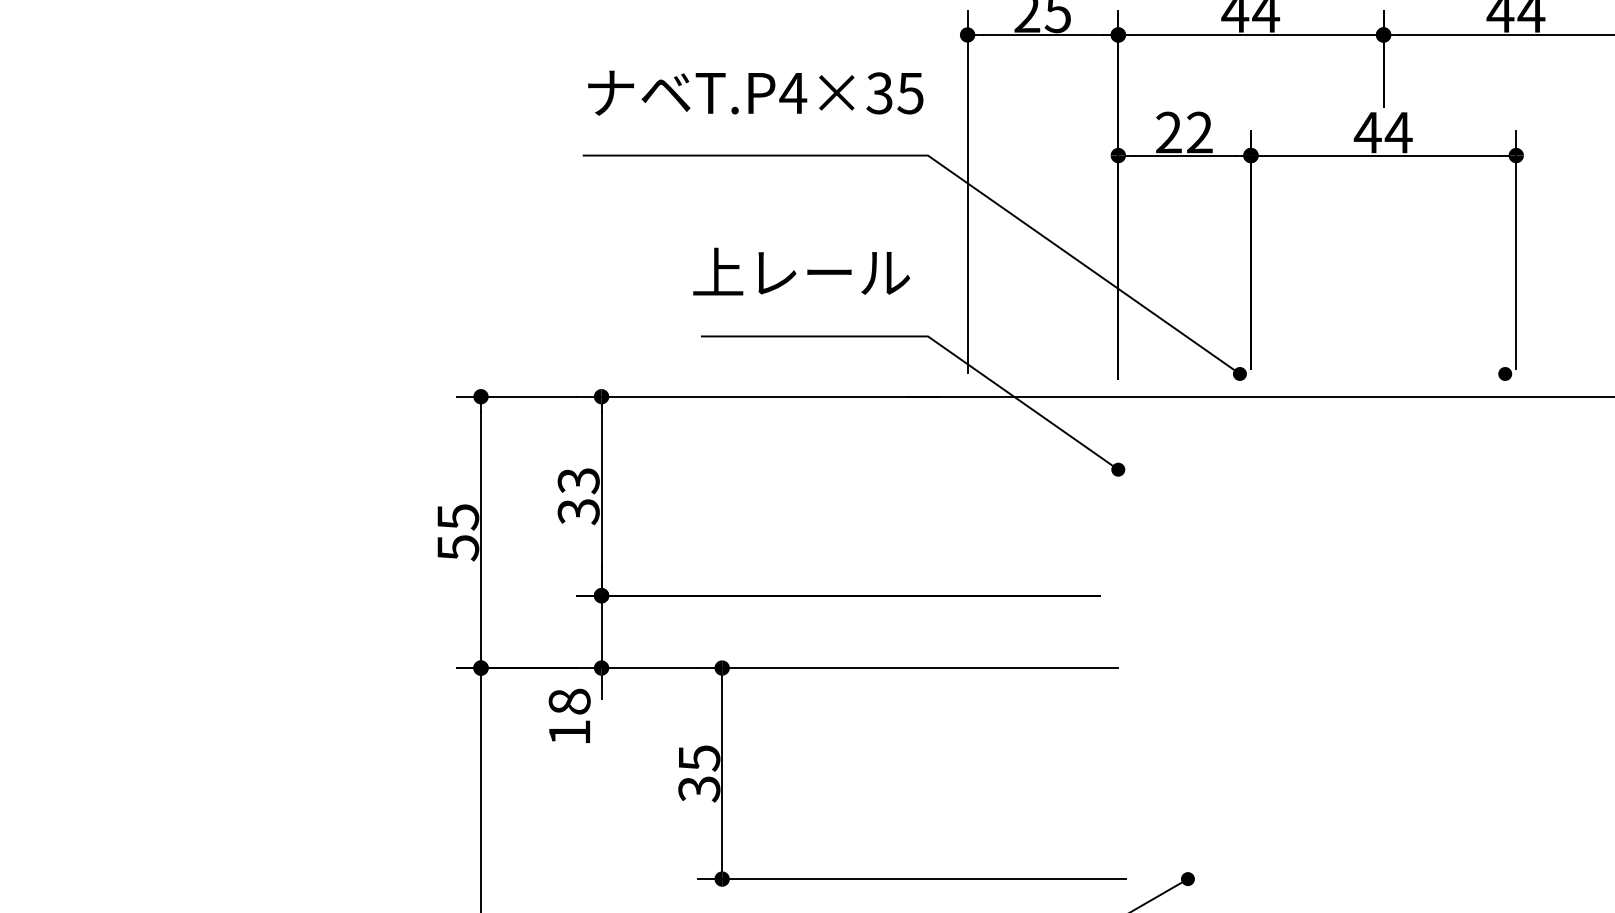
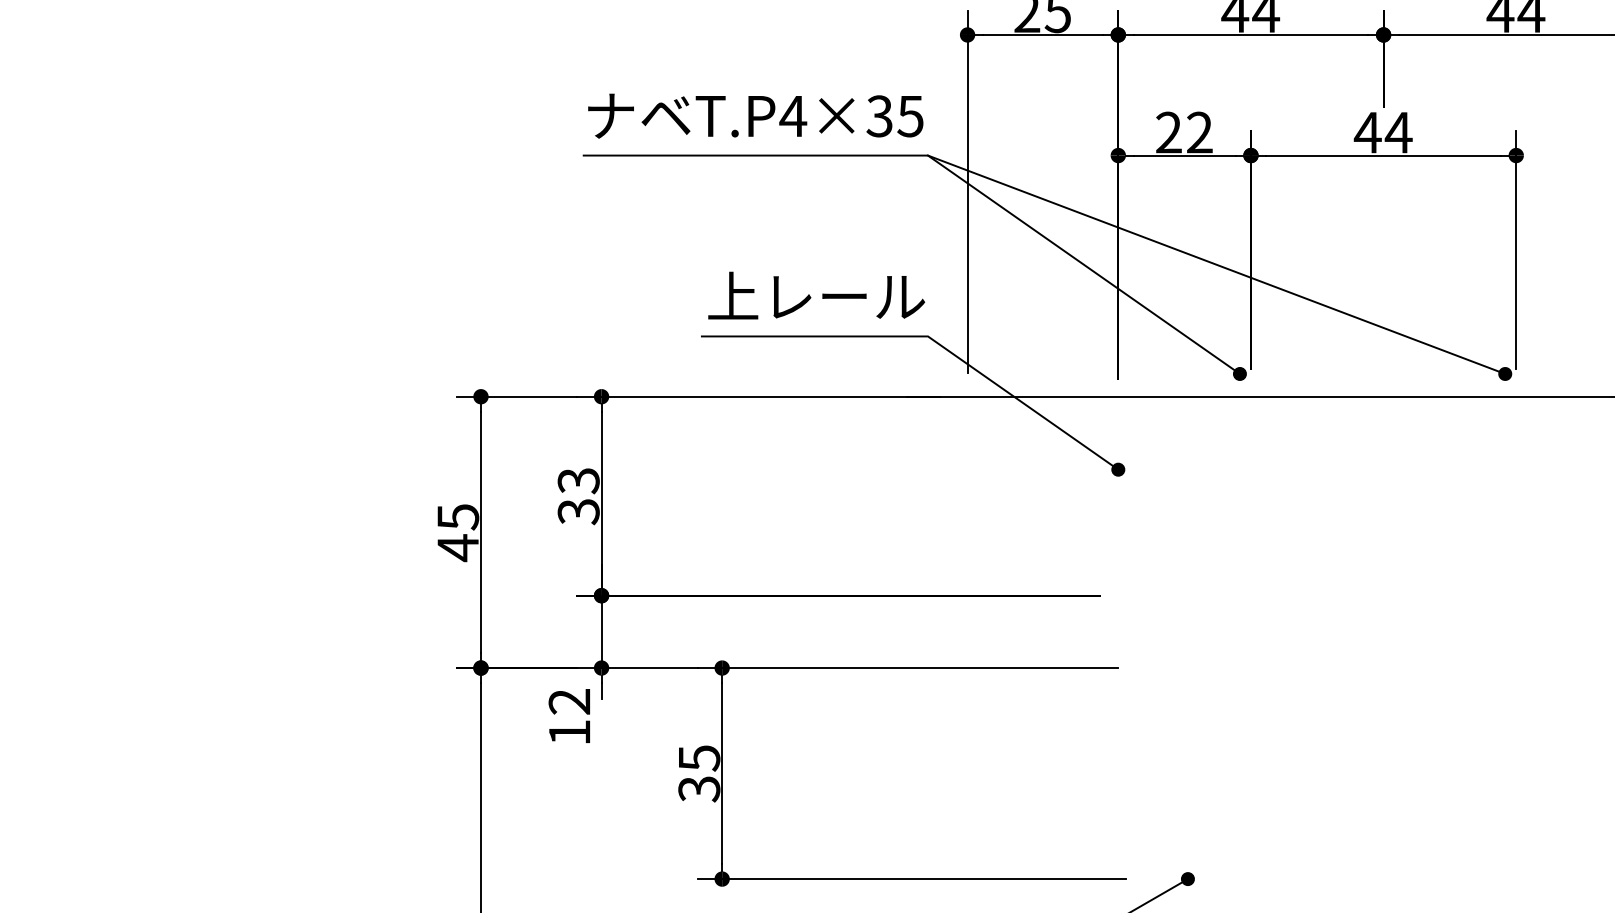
text at (755, 92) position: (755, 92) -> (755, 115)
line at (1216, 264): none -> present
text at (801, 271) position: (801, 271) -> (816, 295)
text at (458, 548): 55 -> 45
text at (569, 701): 18 -> 12
